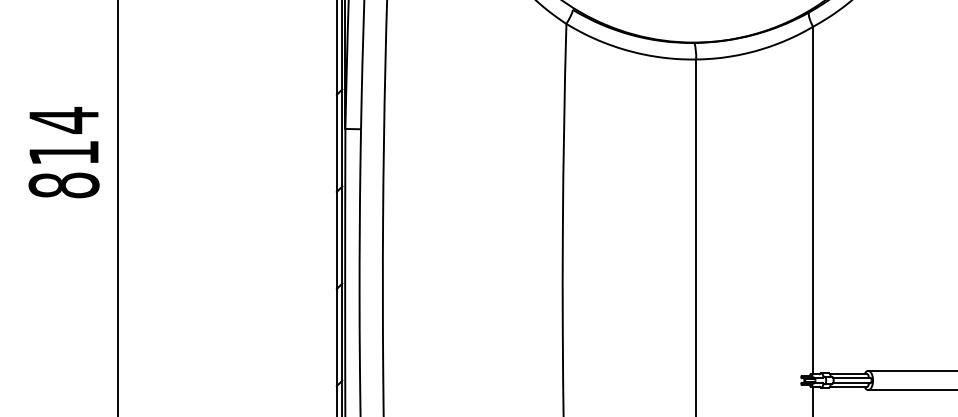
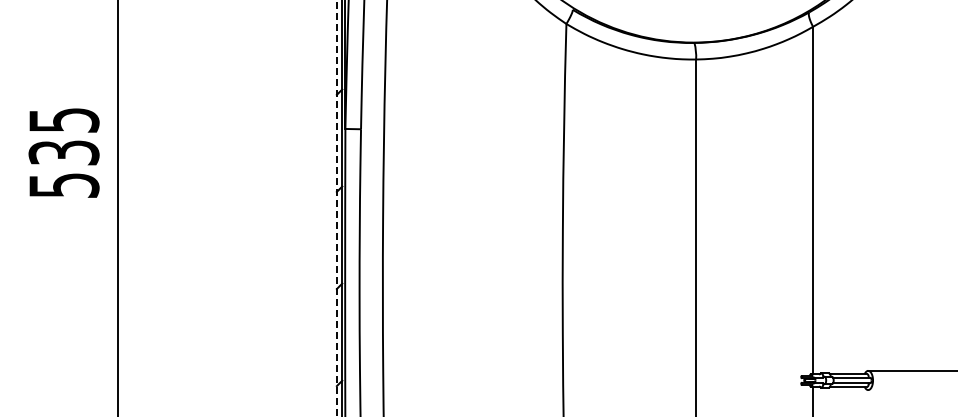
text at (63, 152): 814 -> 535
line at (336, 208): solid -> dashed
line at (911, 390): present -> none
